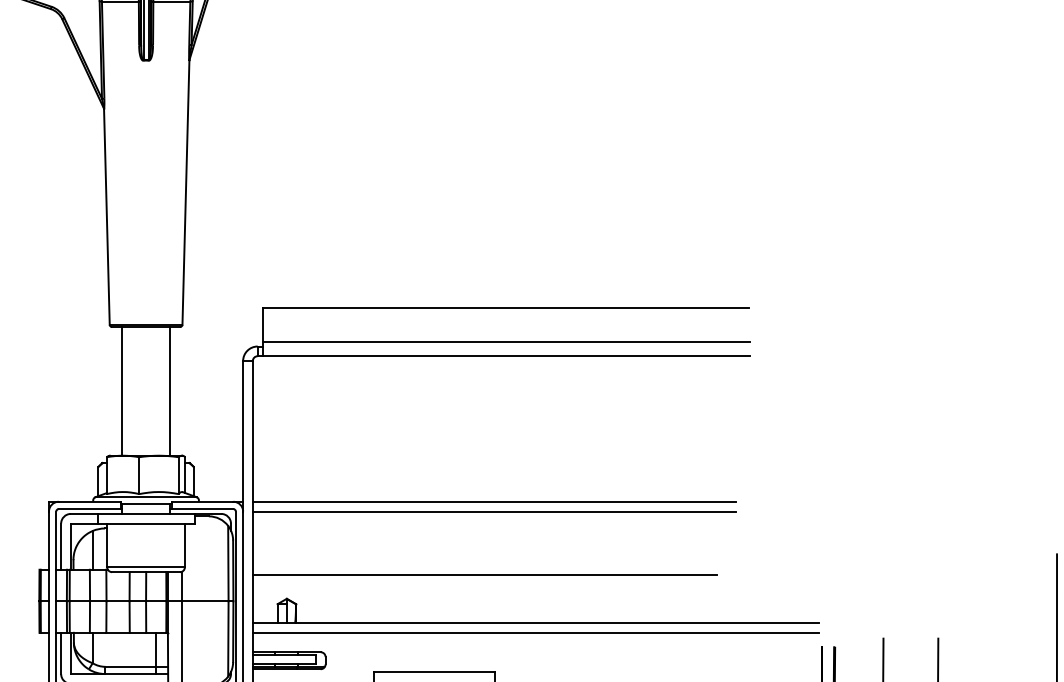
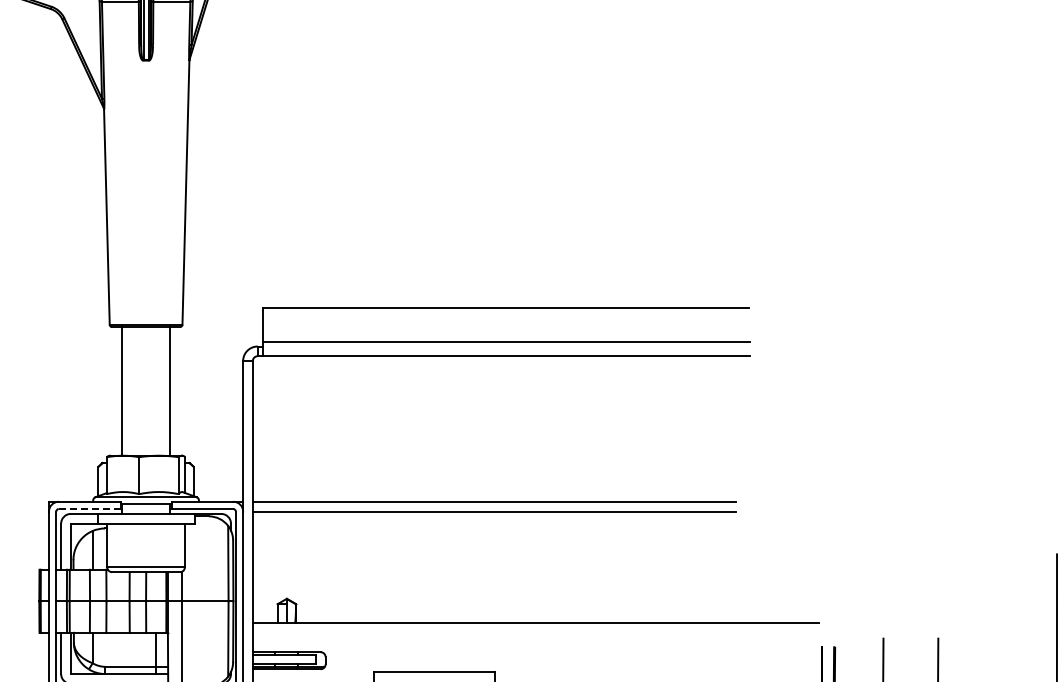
line at (89, 509): solid -> dashed
line at (484, 574): present -> none
line at (535, 632): present -> none
